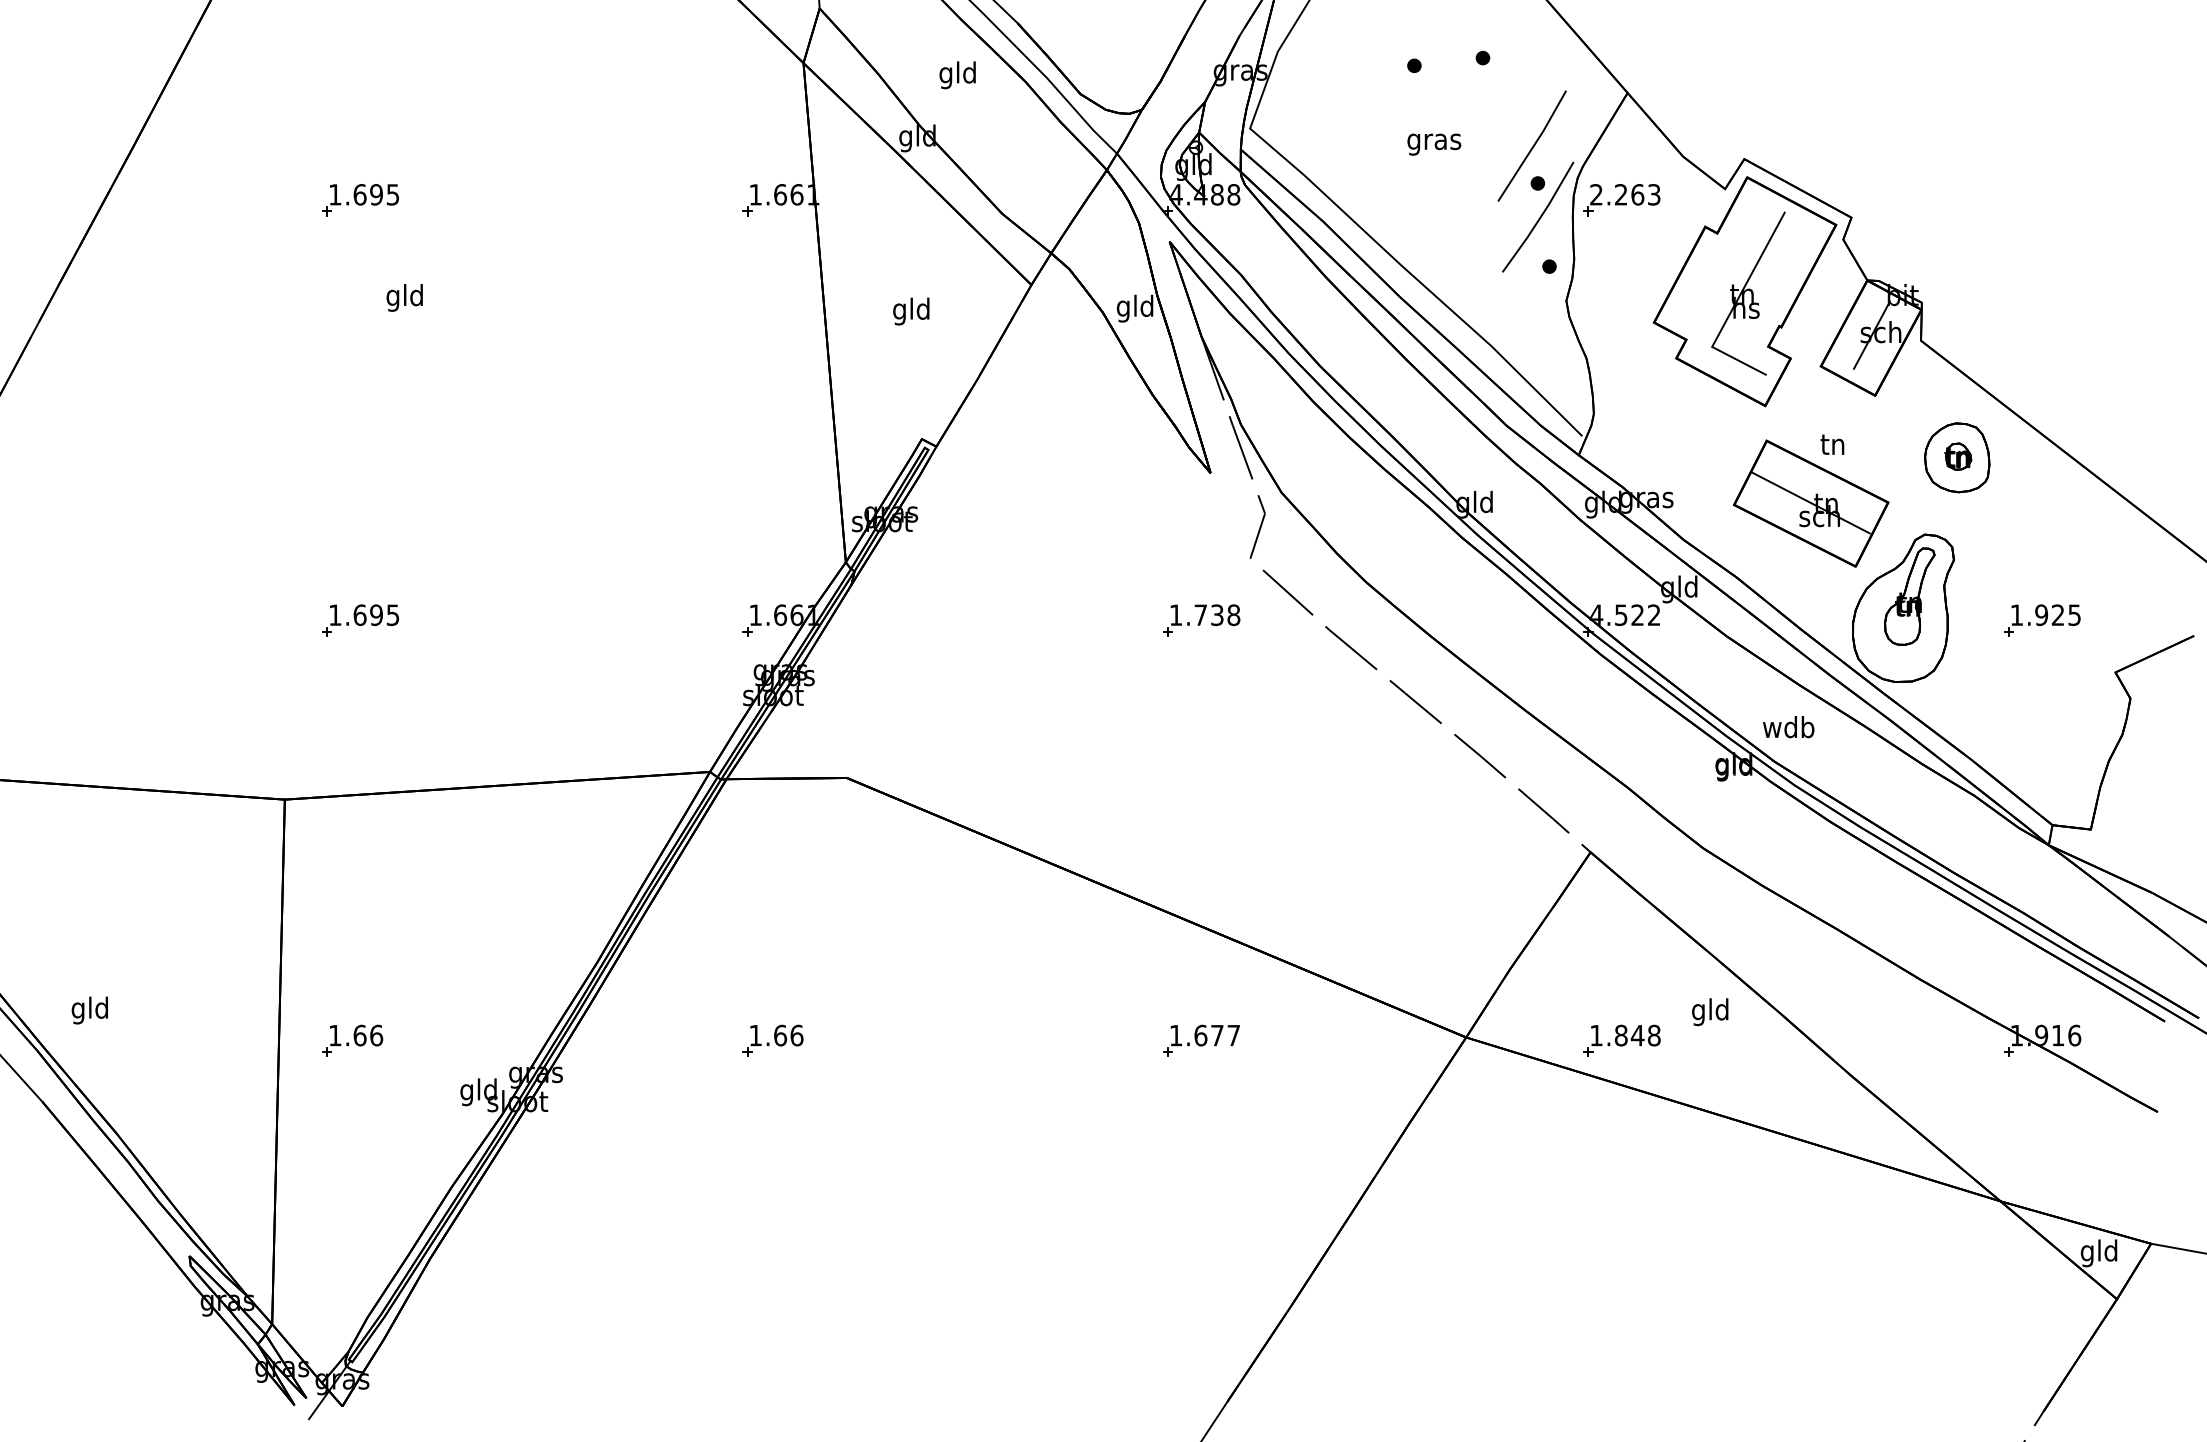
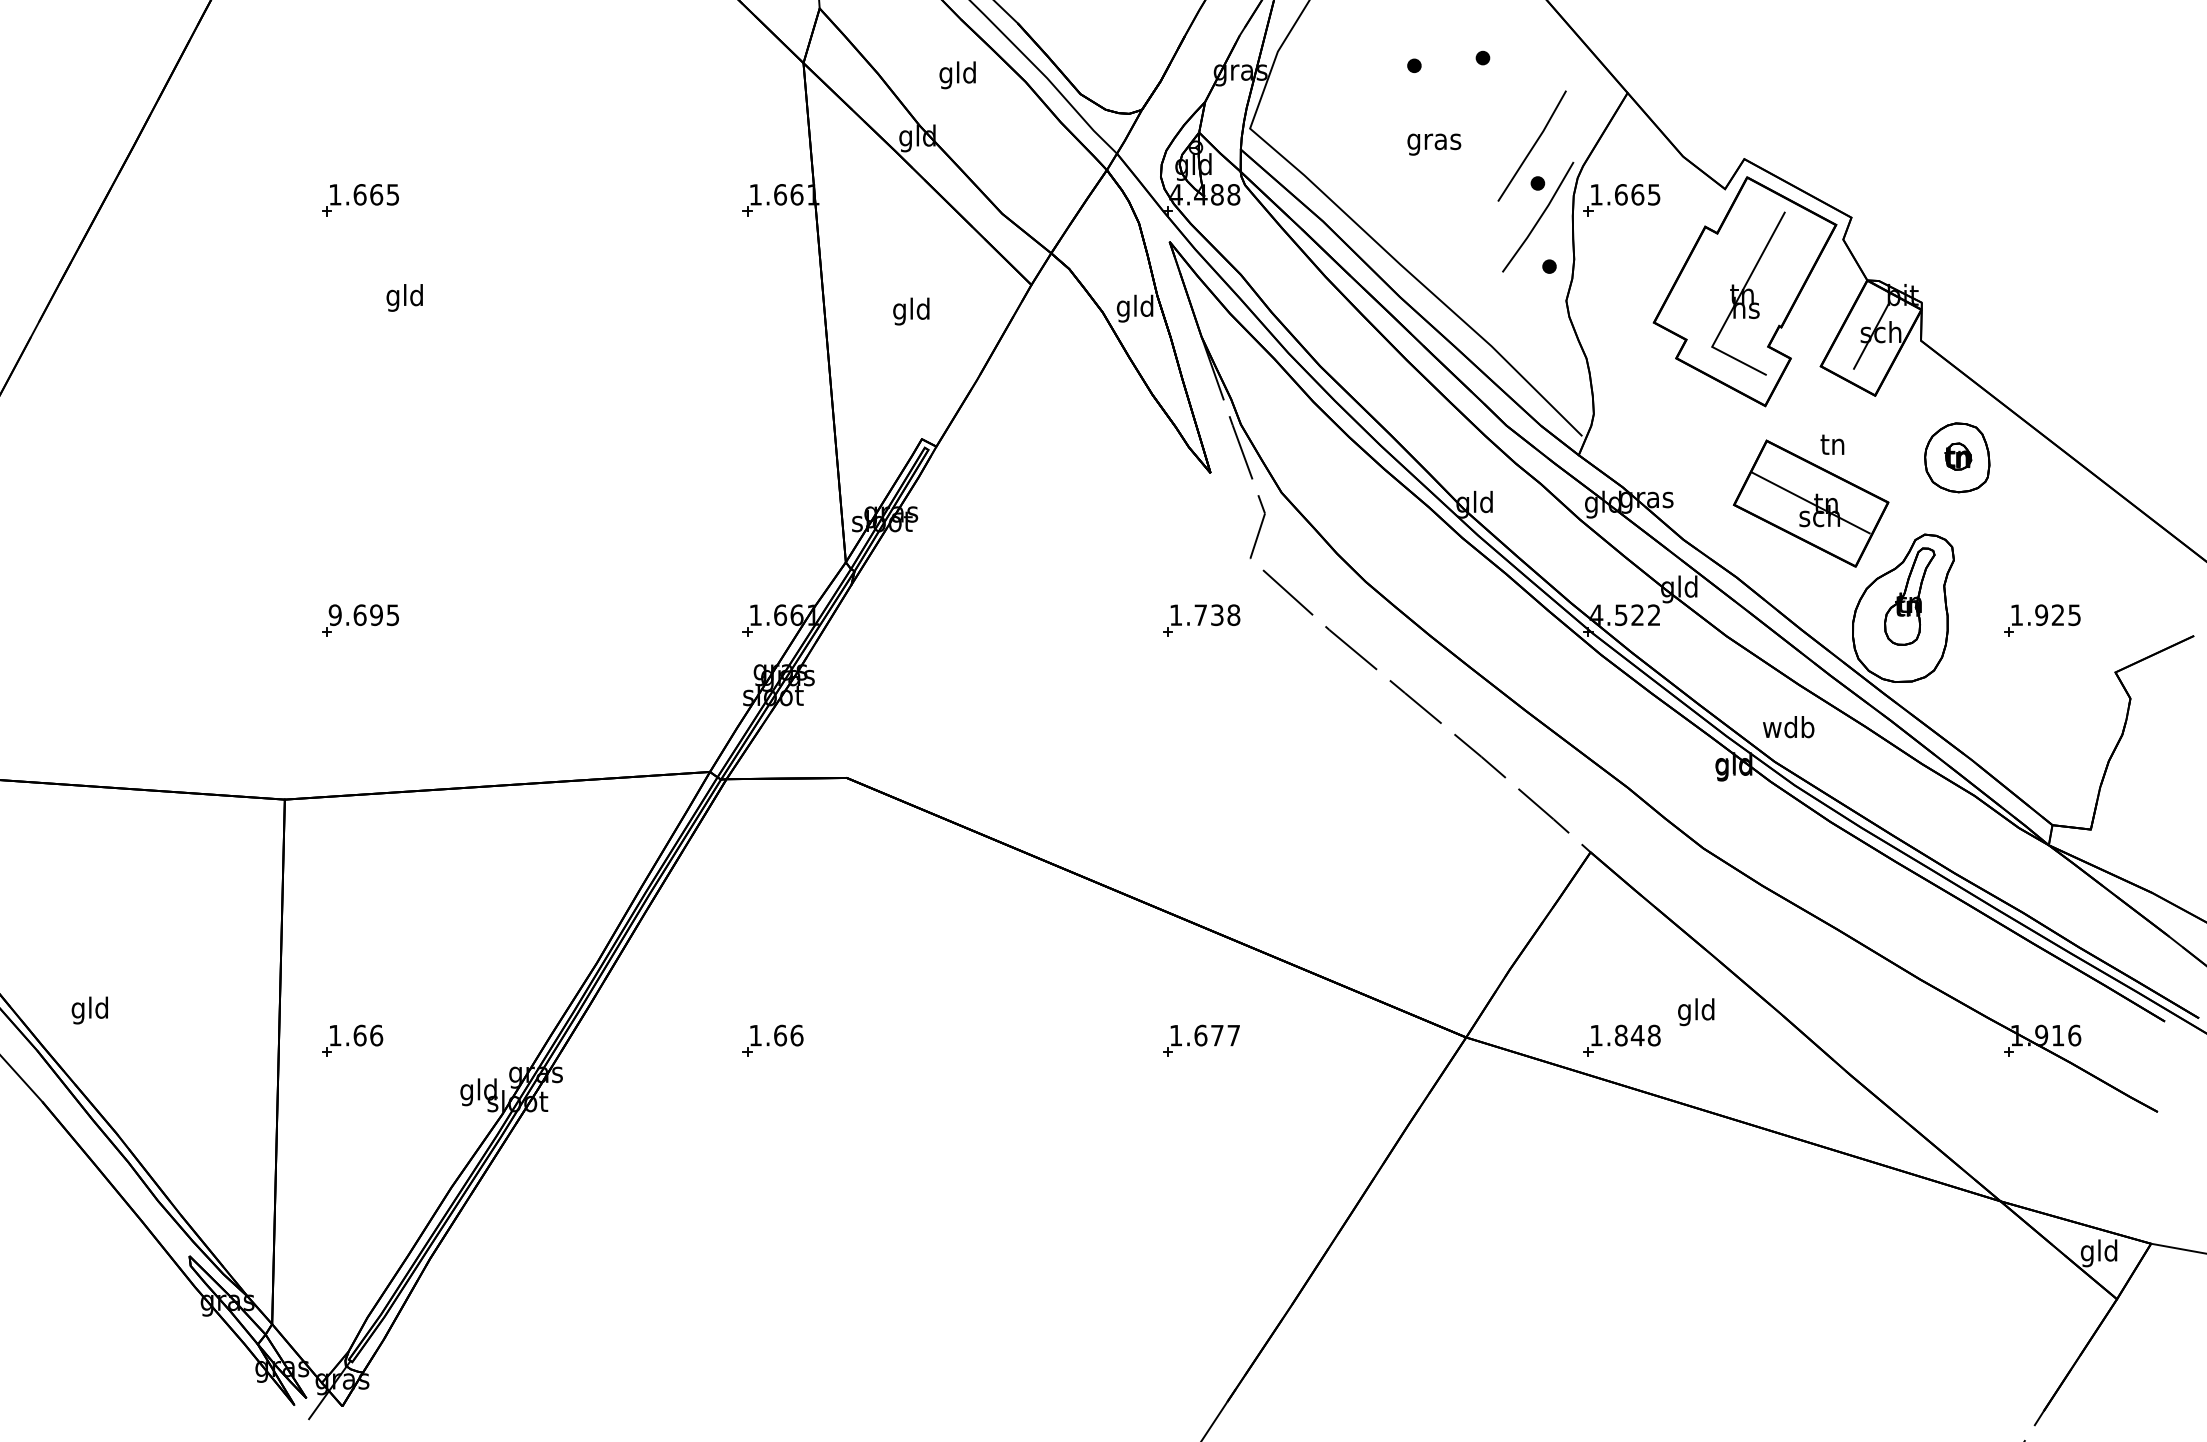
text at (376, 194): 1.695 -> 1.665
text at (1625, 194): 2.263 -> 1.665
text at (334, 615): 1.695 -> 9.695
text at (1710, 1012) position: (1710, 1012) -> (1696, 1012)
